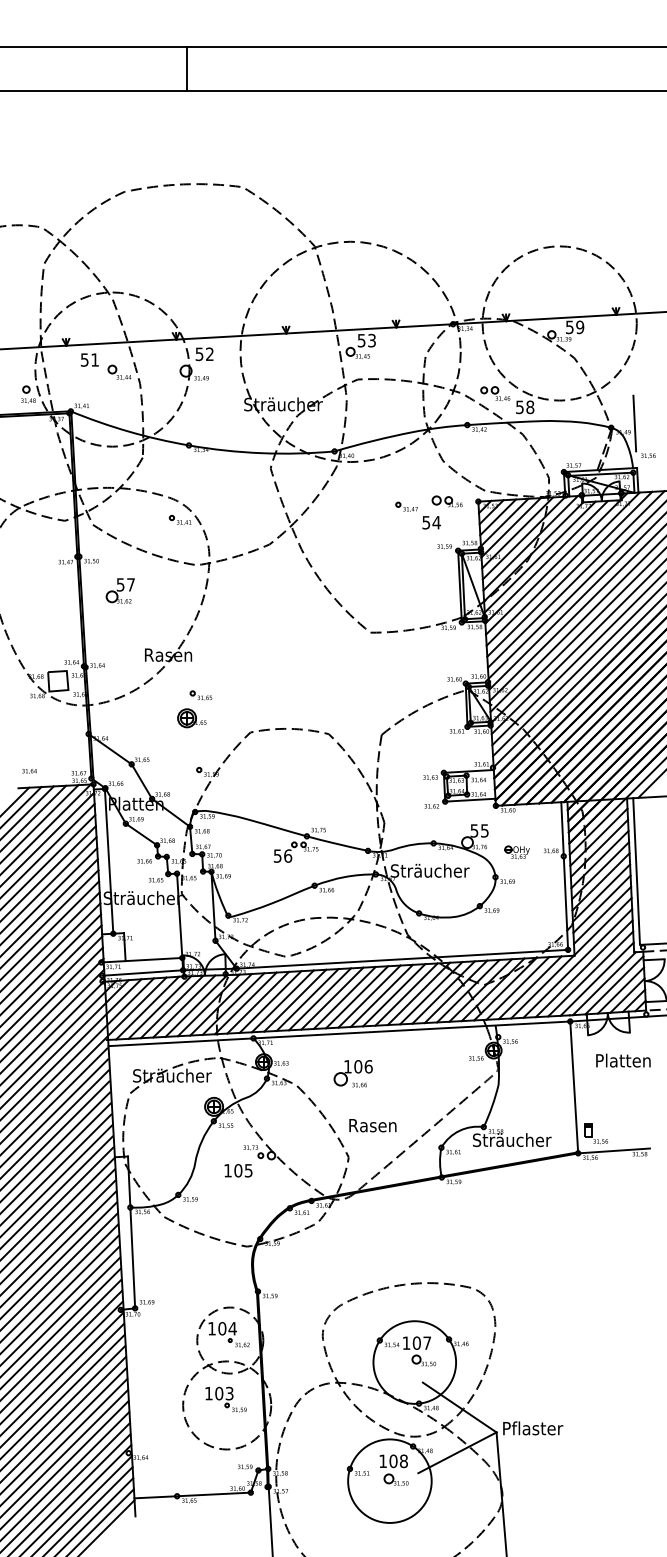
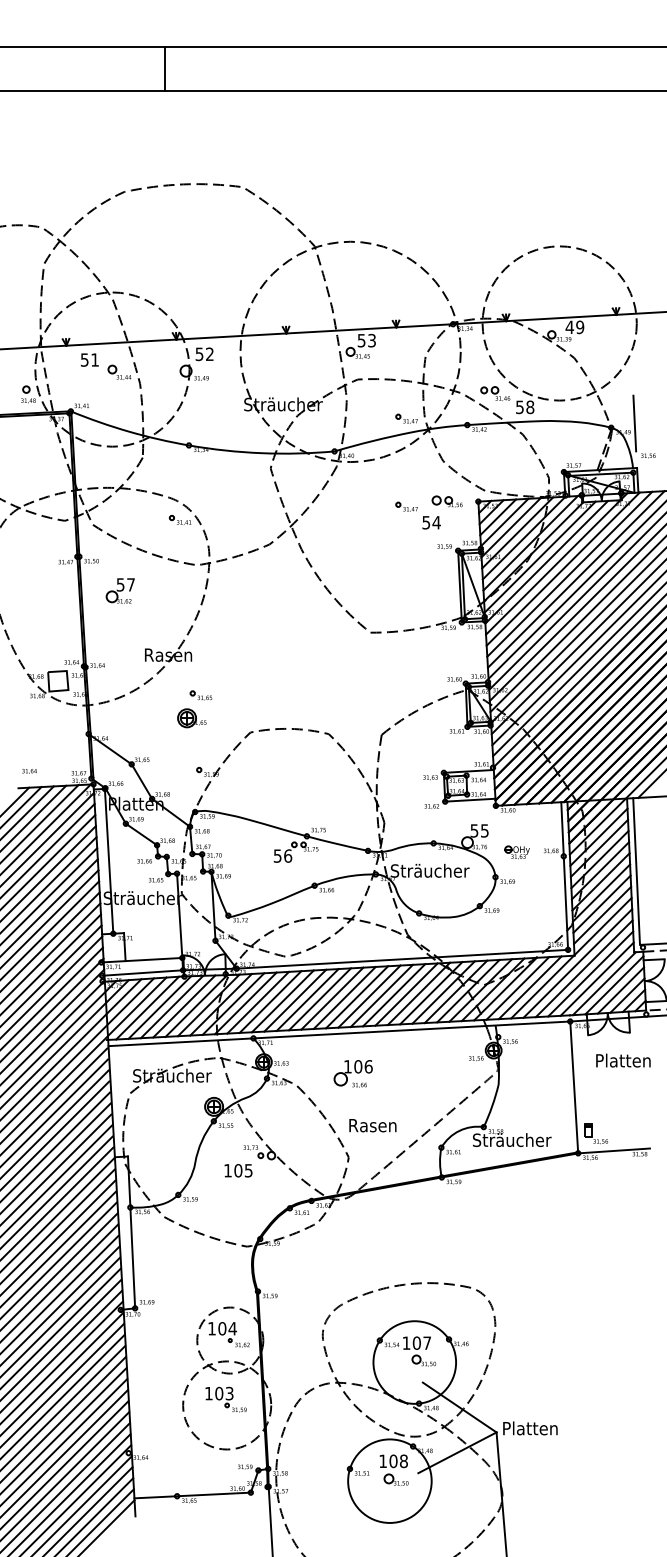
line at (187, 68) position: (187, 68) -> (165, 68)
text at (569, 327): 59 -> 49
part at (406, 418): none -> present
text at (537, 1428): Pflaster -> Platten
